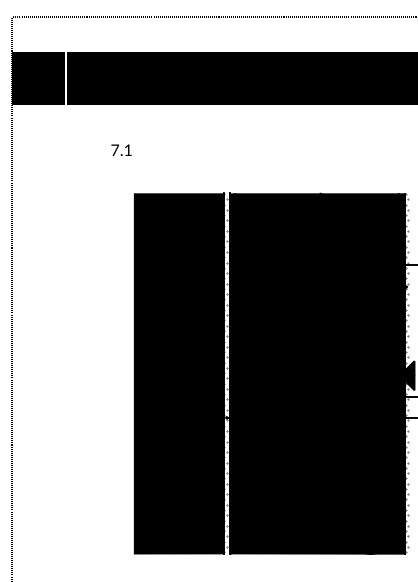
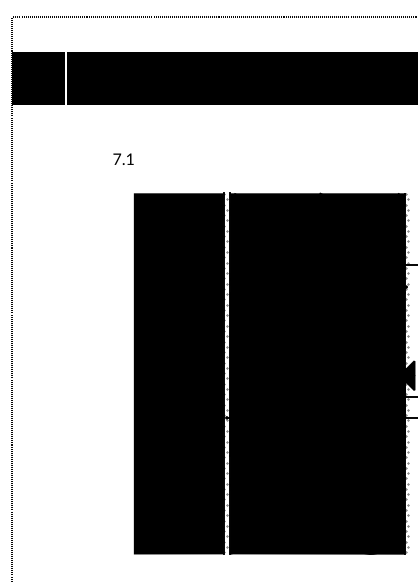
text at (121, 149) position: (121, 149) -> (123, 158)
